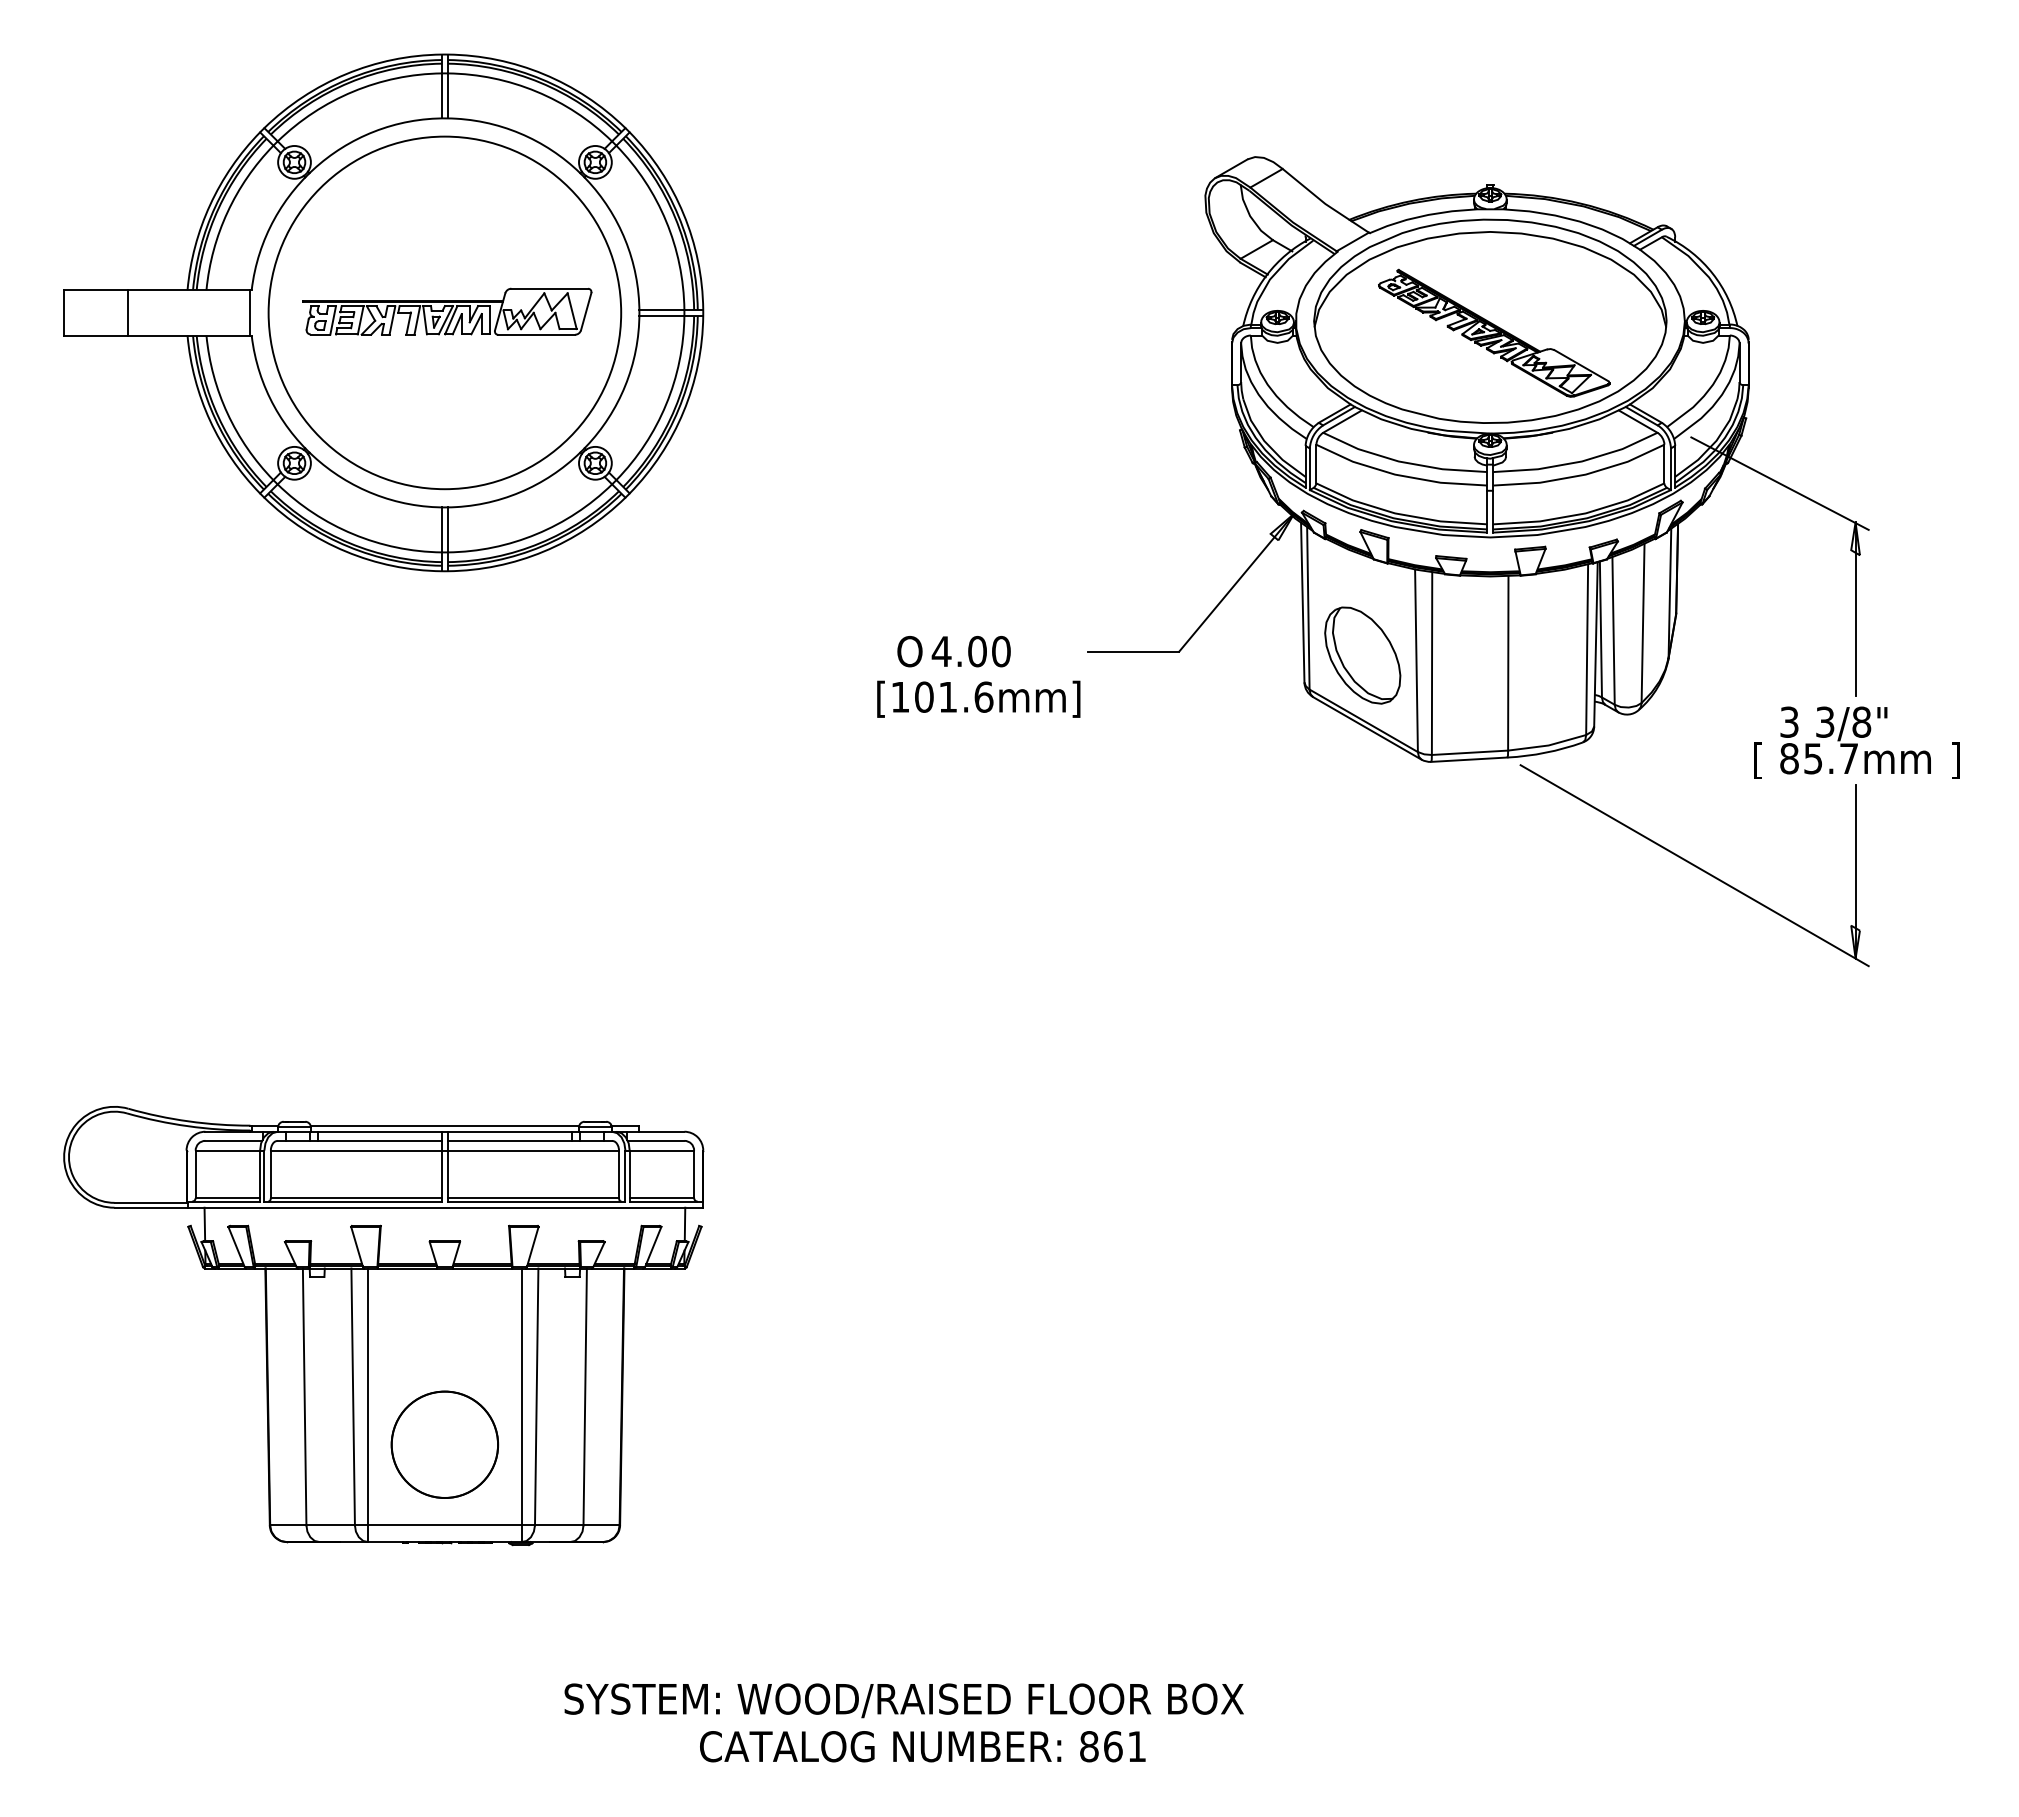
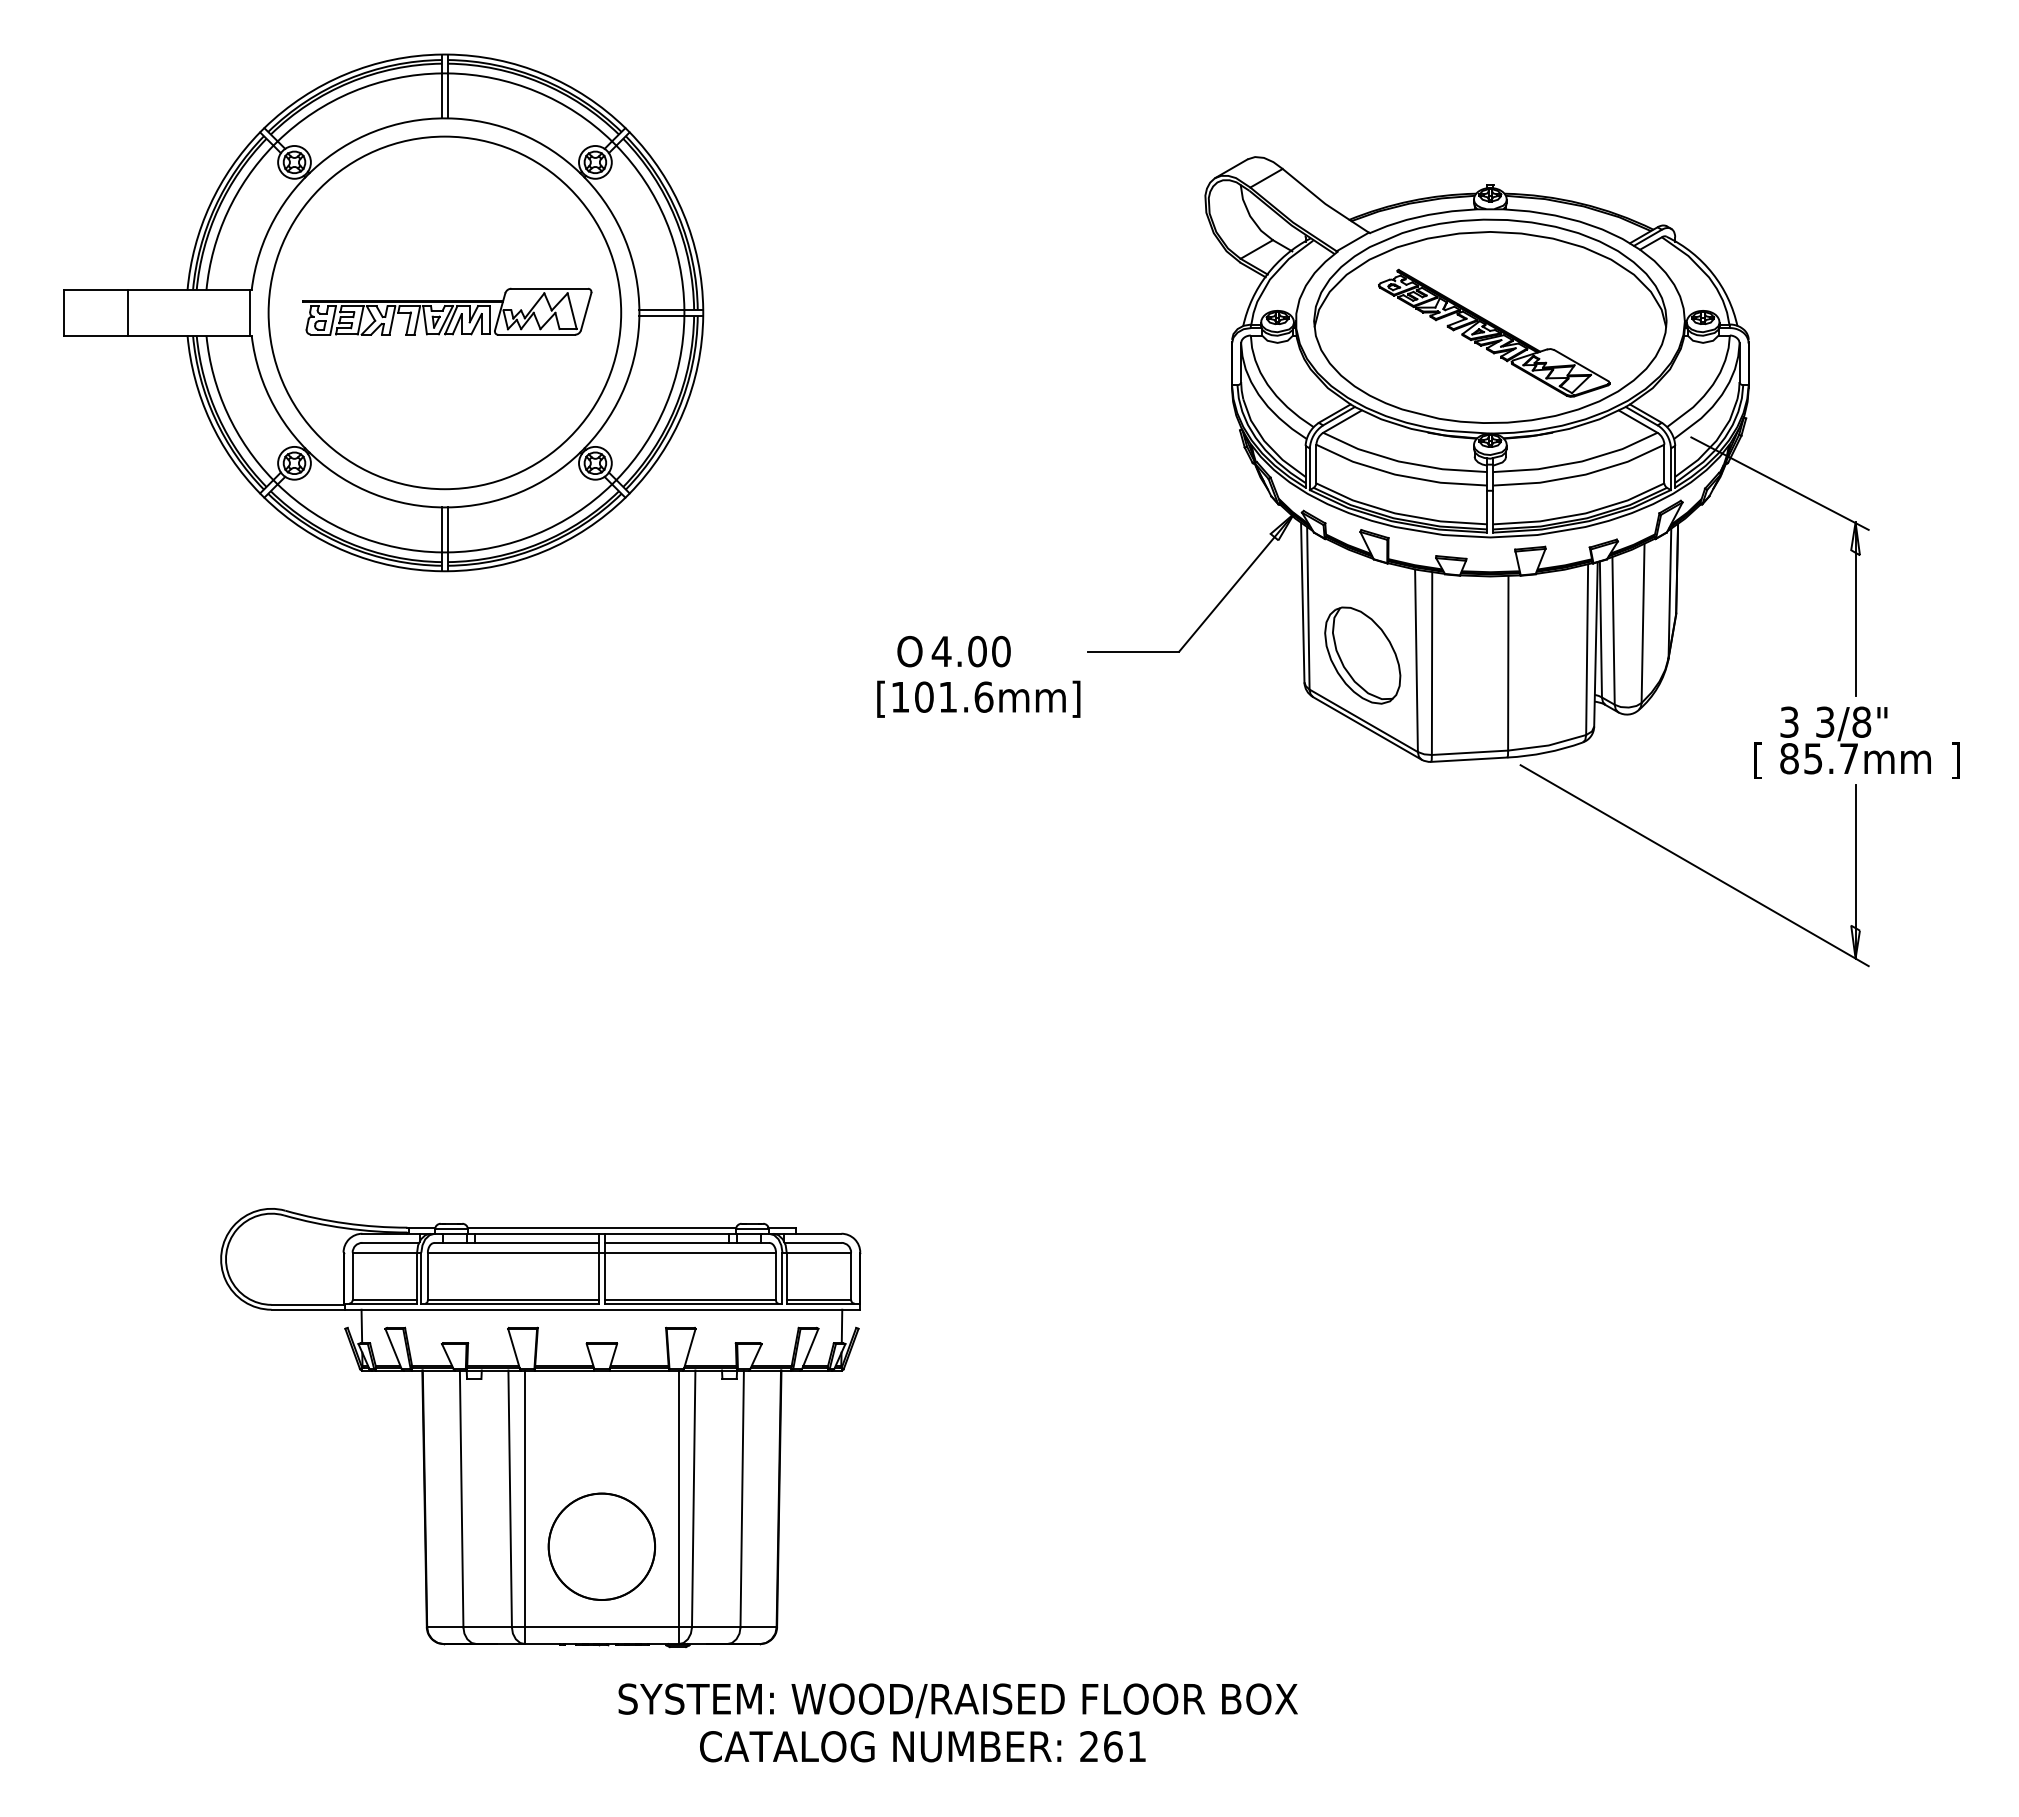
part at (383, 1326) position: (383, 1326) -> (540, 1428)
text at (903, 1700) position: (903, 1700) -> (957, 1700)
text at (1089, 1746): 861 -> 261
